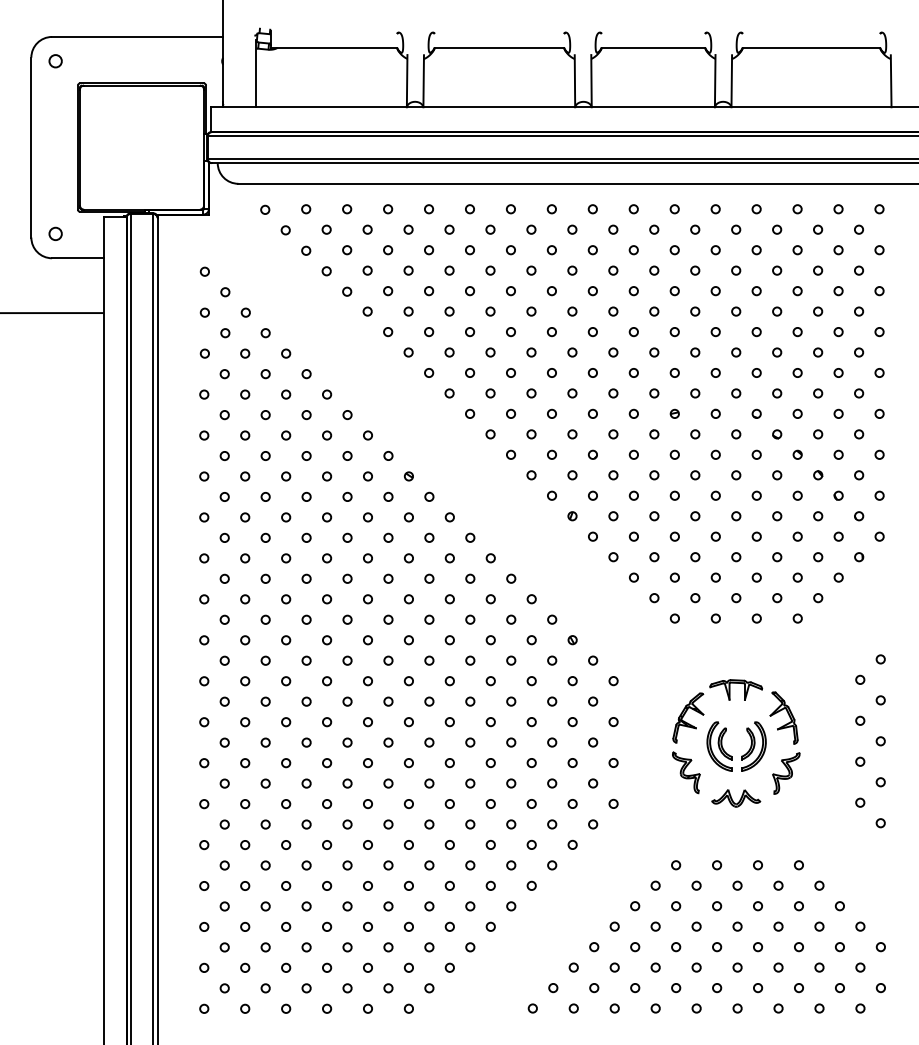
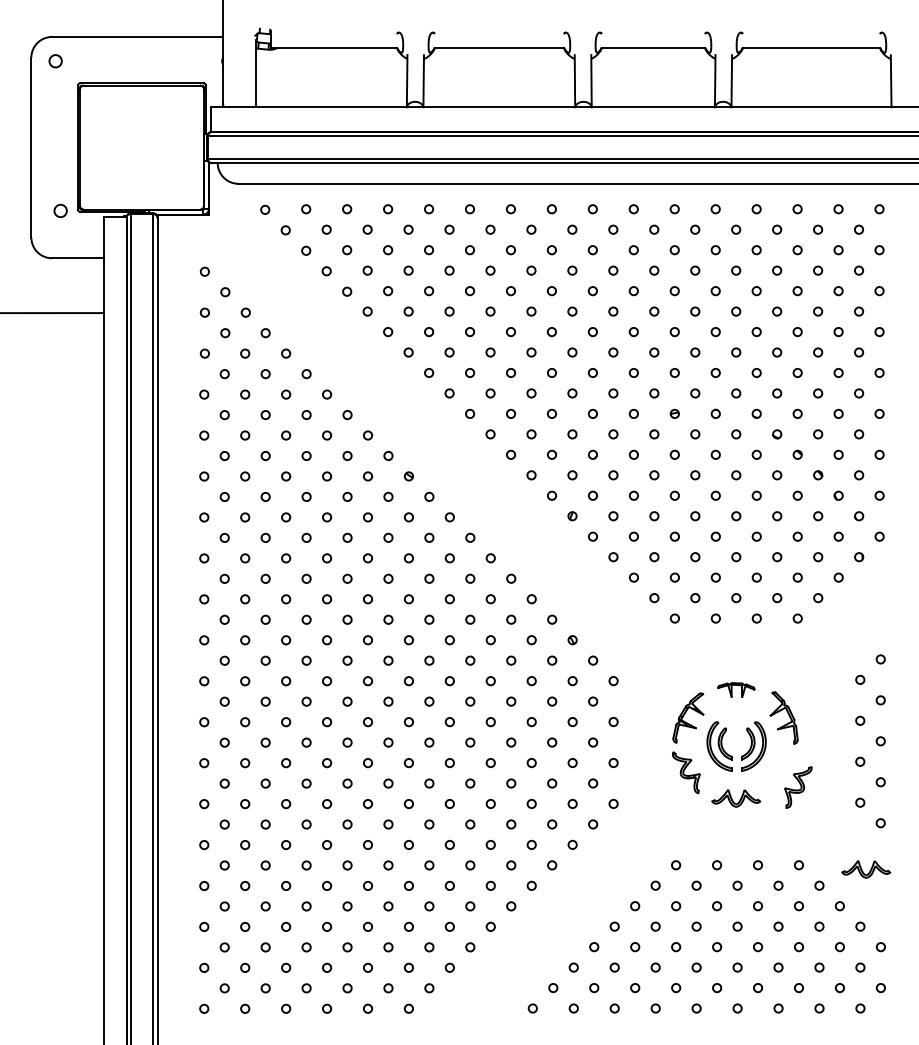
circle at (55, 233) position: (55, 233) -> (60, 210)
part at (736, 689) size: 55x22 px -> 39x16 px
part at (786, 773) position: (786, 773) -> (798, 787)
part at (866, 869): none -> present
